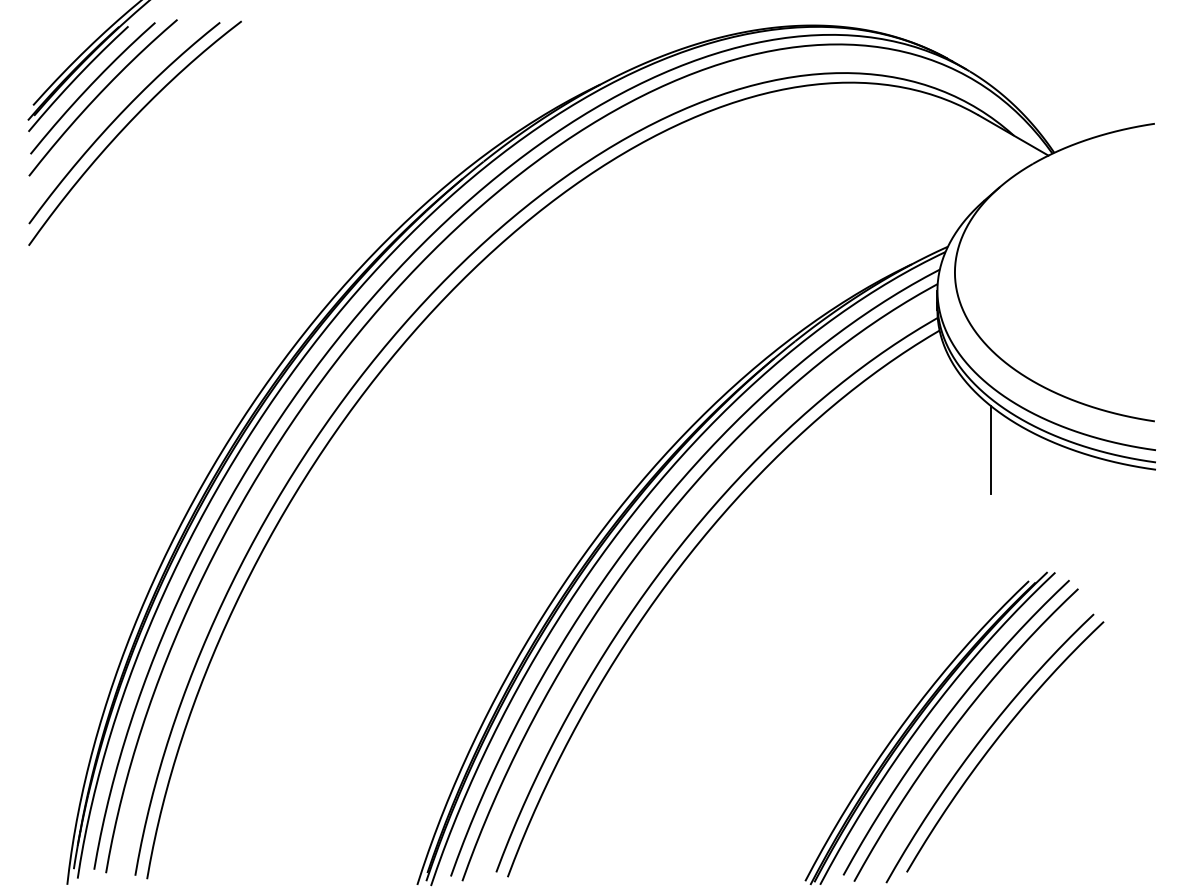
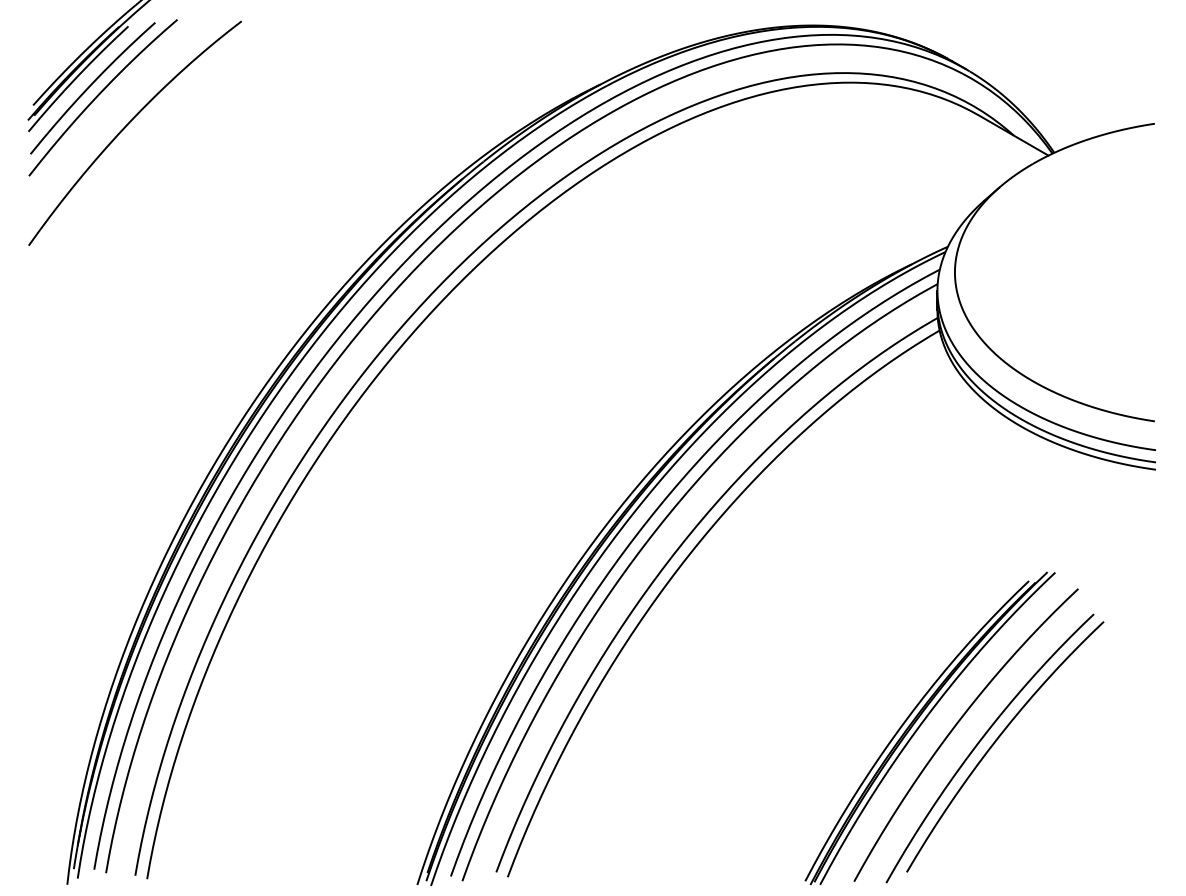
curve at (118, 117): present -> none
line at (991, 450): present -> none
curve at (944, 721): present -> none
